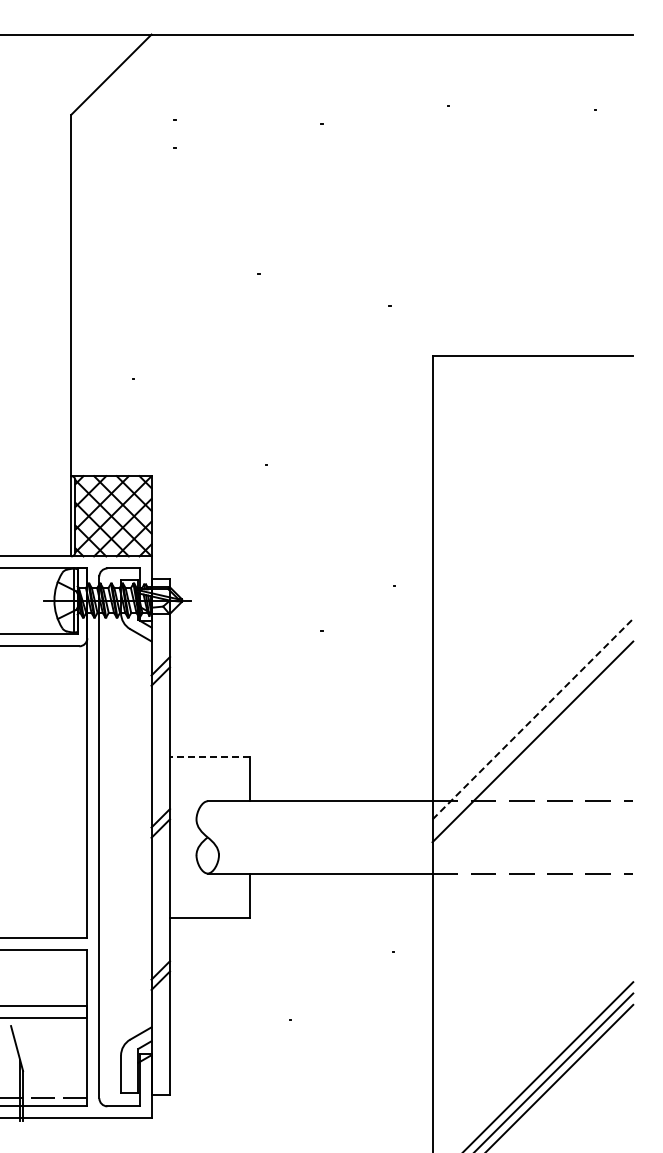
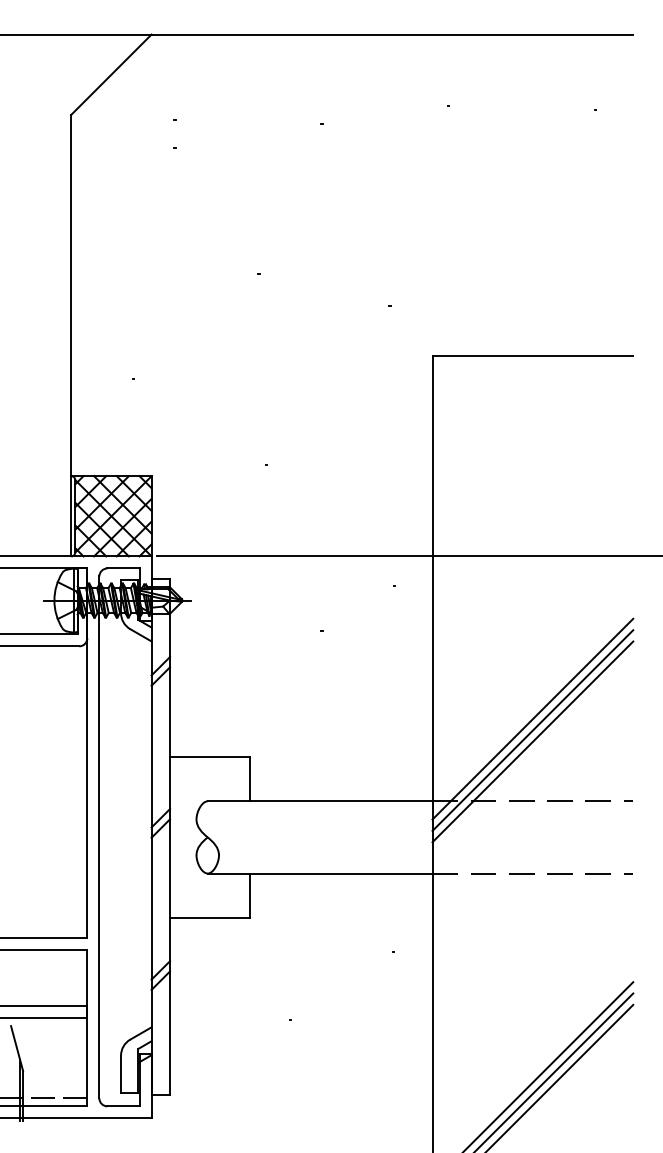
line at (408, 556): none -> present
line at (532, 719): dashed -> solid
line at (532, 730): none -> present
line at (209, 757): dashed -> solid
